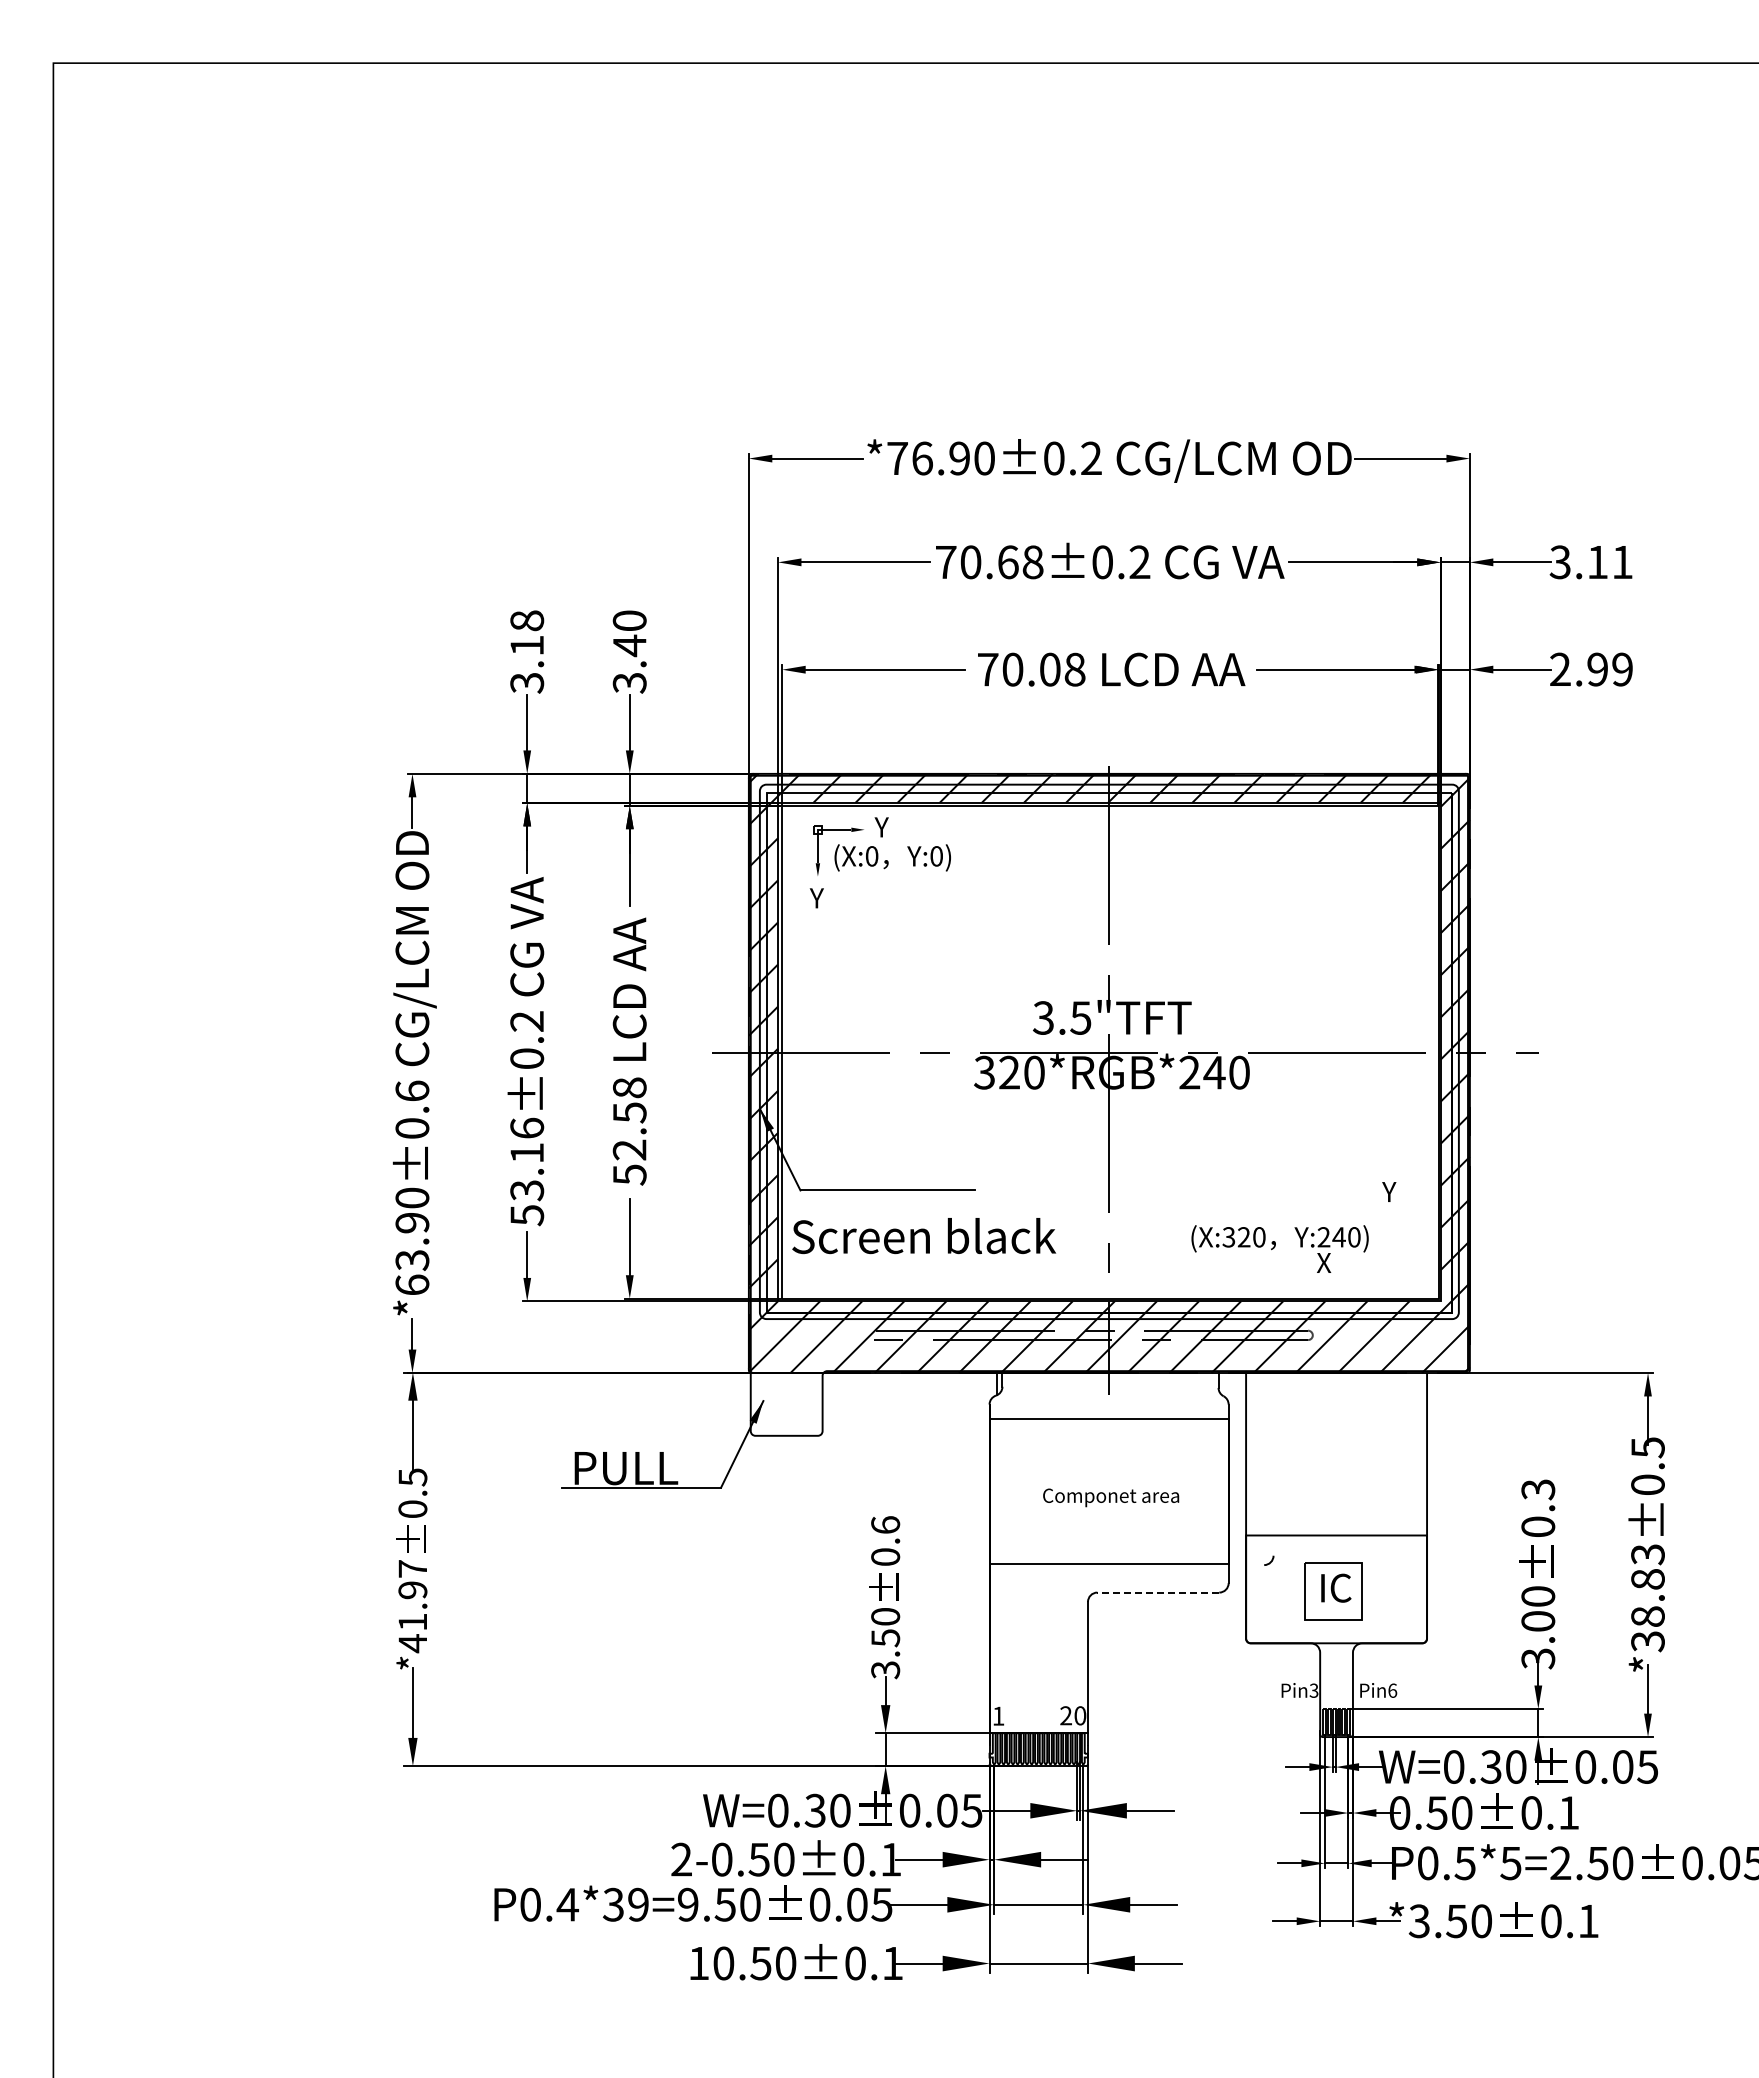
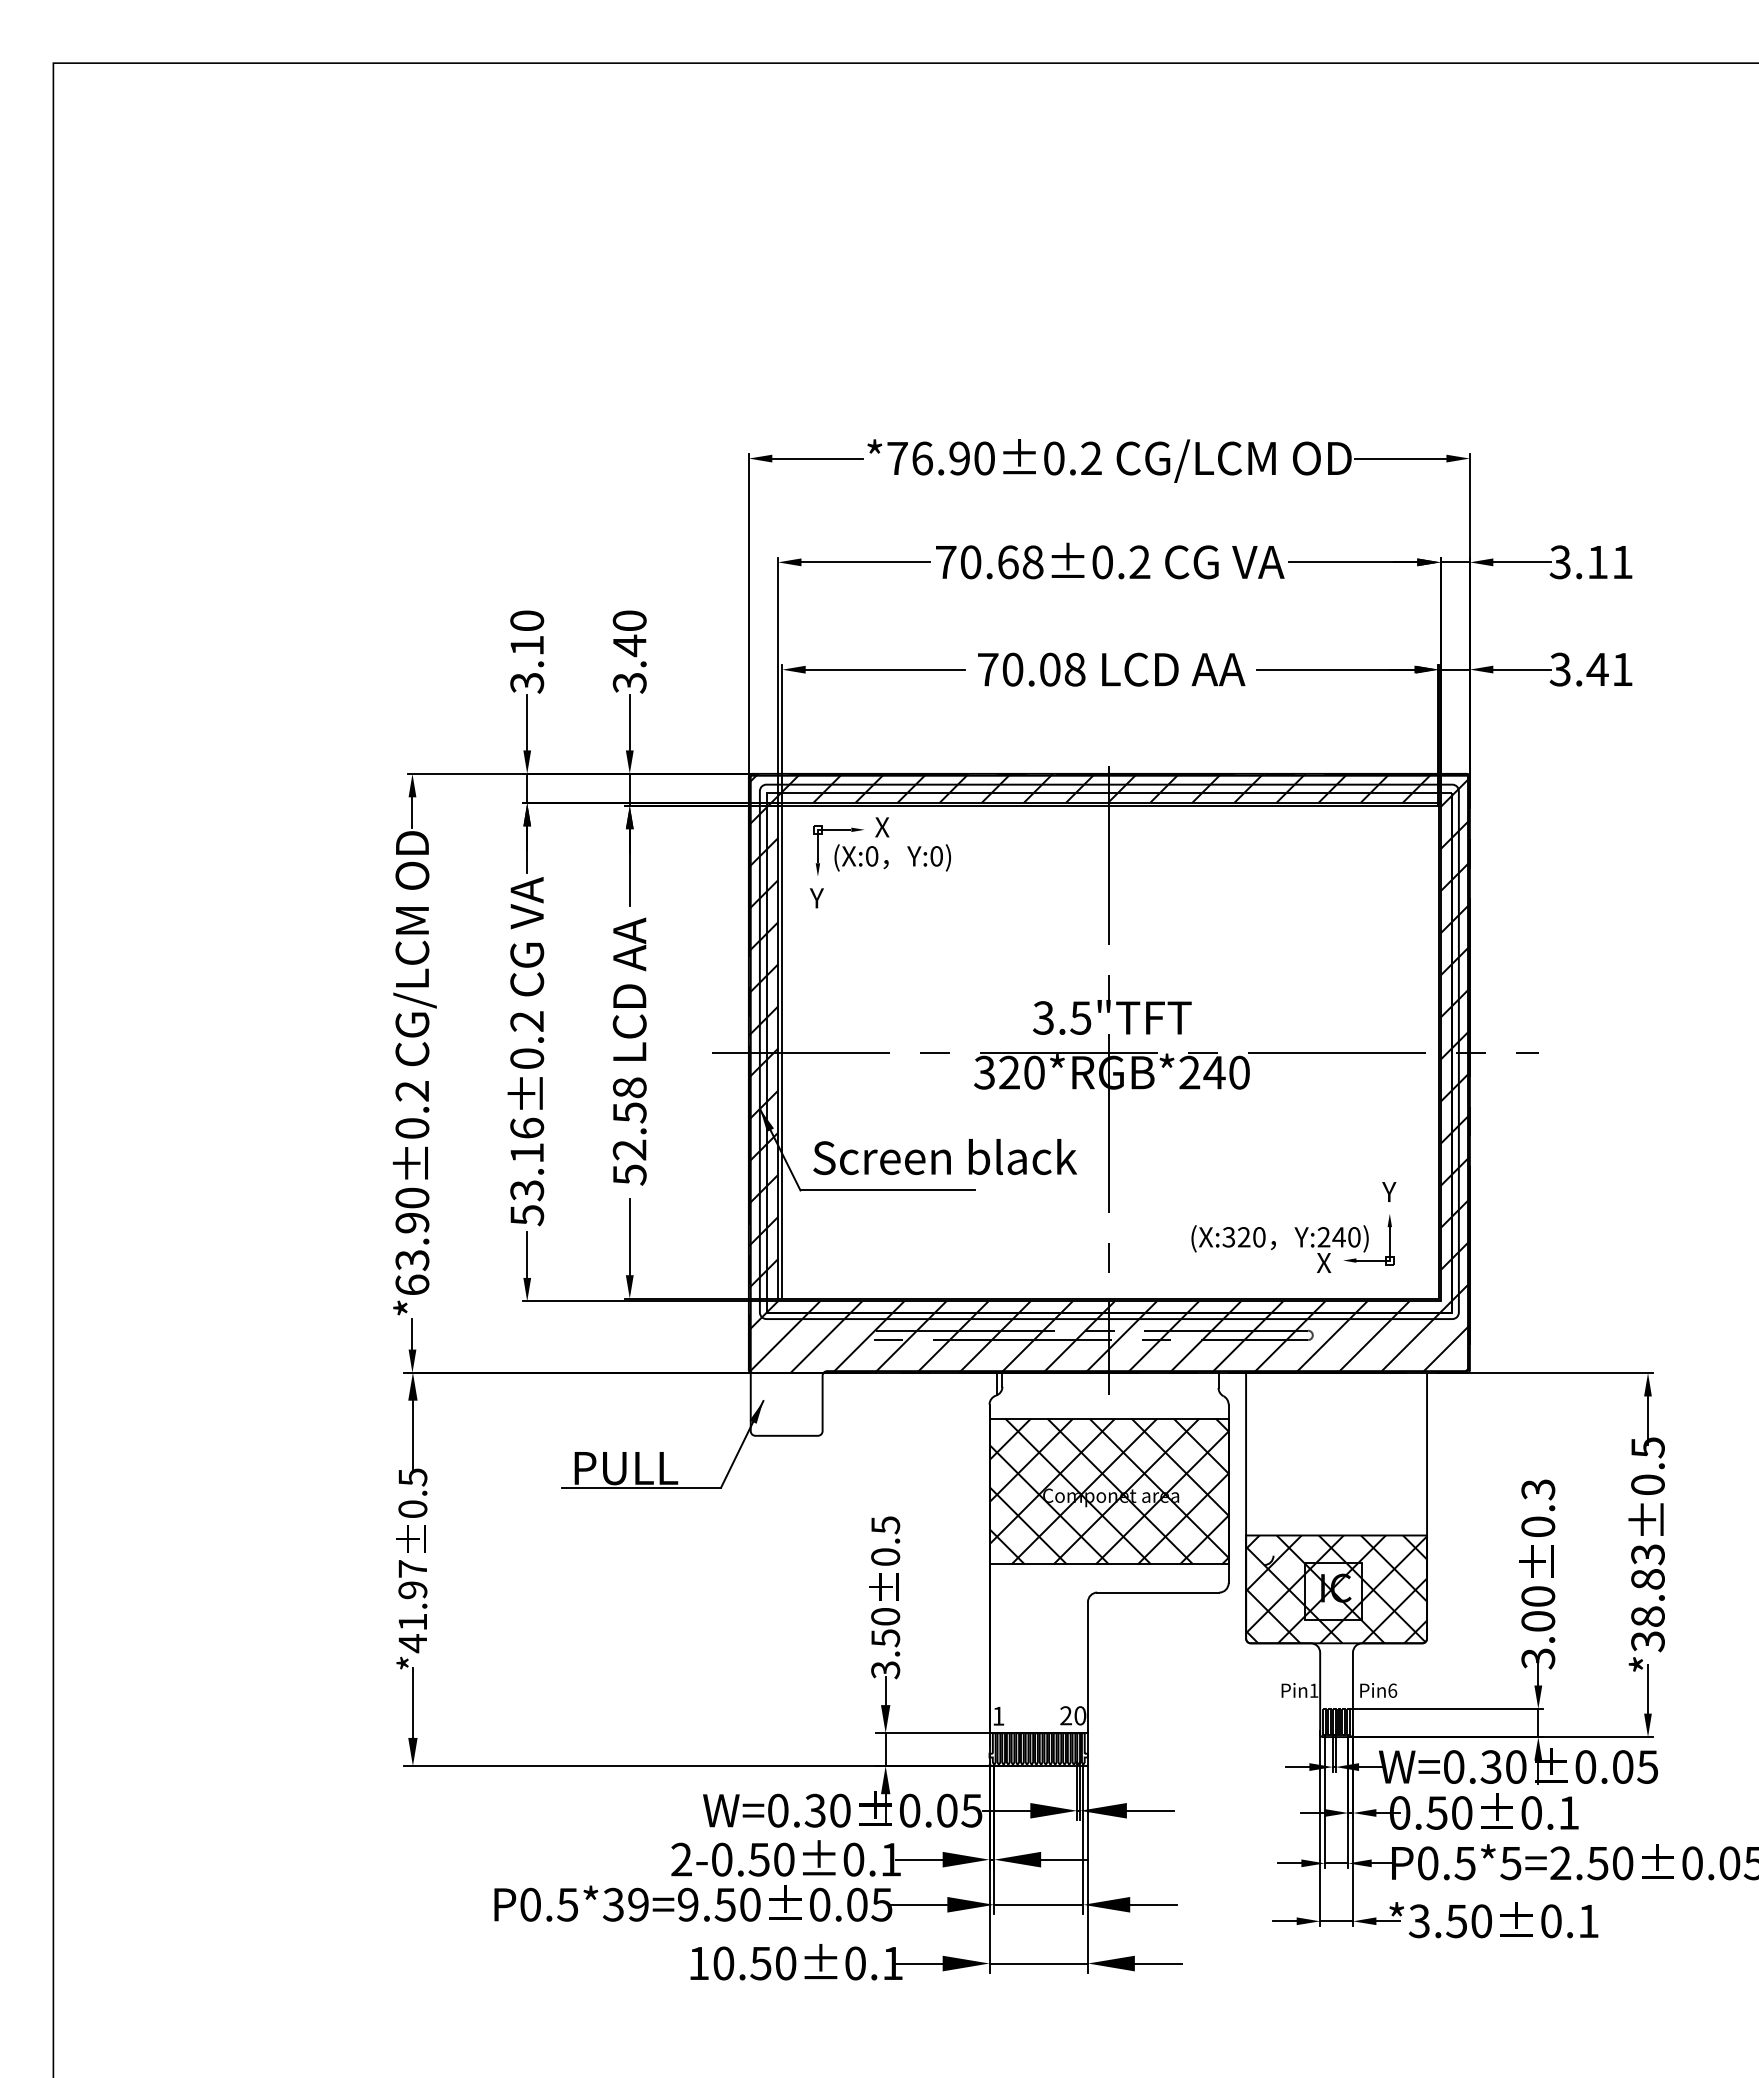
text at (526, 620): 3.18 -> 3.10
text at (1590, 669): 2.99 -> 3.41
text at (881, 827): Y -> X
text at (412, 1090): *63.90±0.6 -> *63.90±0.2
text at (924, 1236) position: (924, 1236) -> (945, 1157)
part at (1389, 1239): none -> present
hatch at (1108, 1491): none -> present
text at (885, 1525): 0.6 -> 0.5
hatch at (1336, 1589): none -> present
line at (1158, 1592): dashed -> solid
text at (1313, 1690): Pin3 -> Pin1
text at (567, 1904): P0.4*39=9.50 -> P0.5*39=9.50
